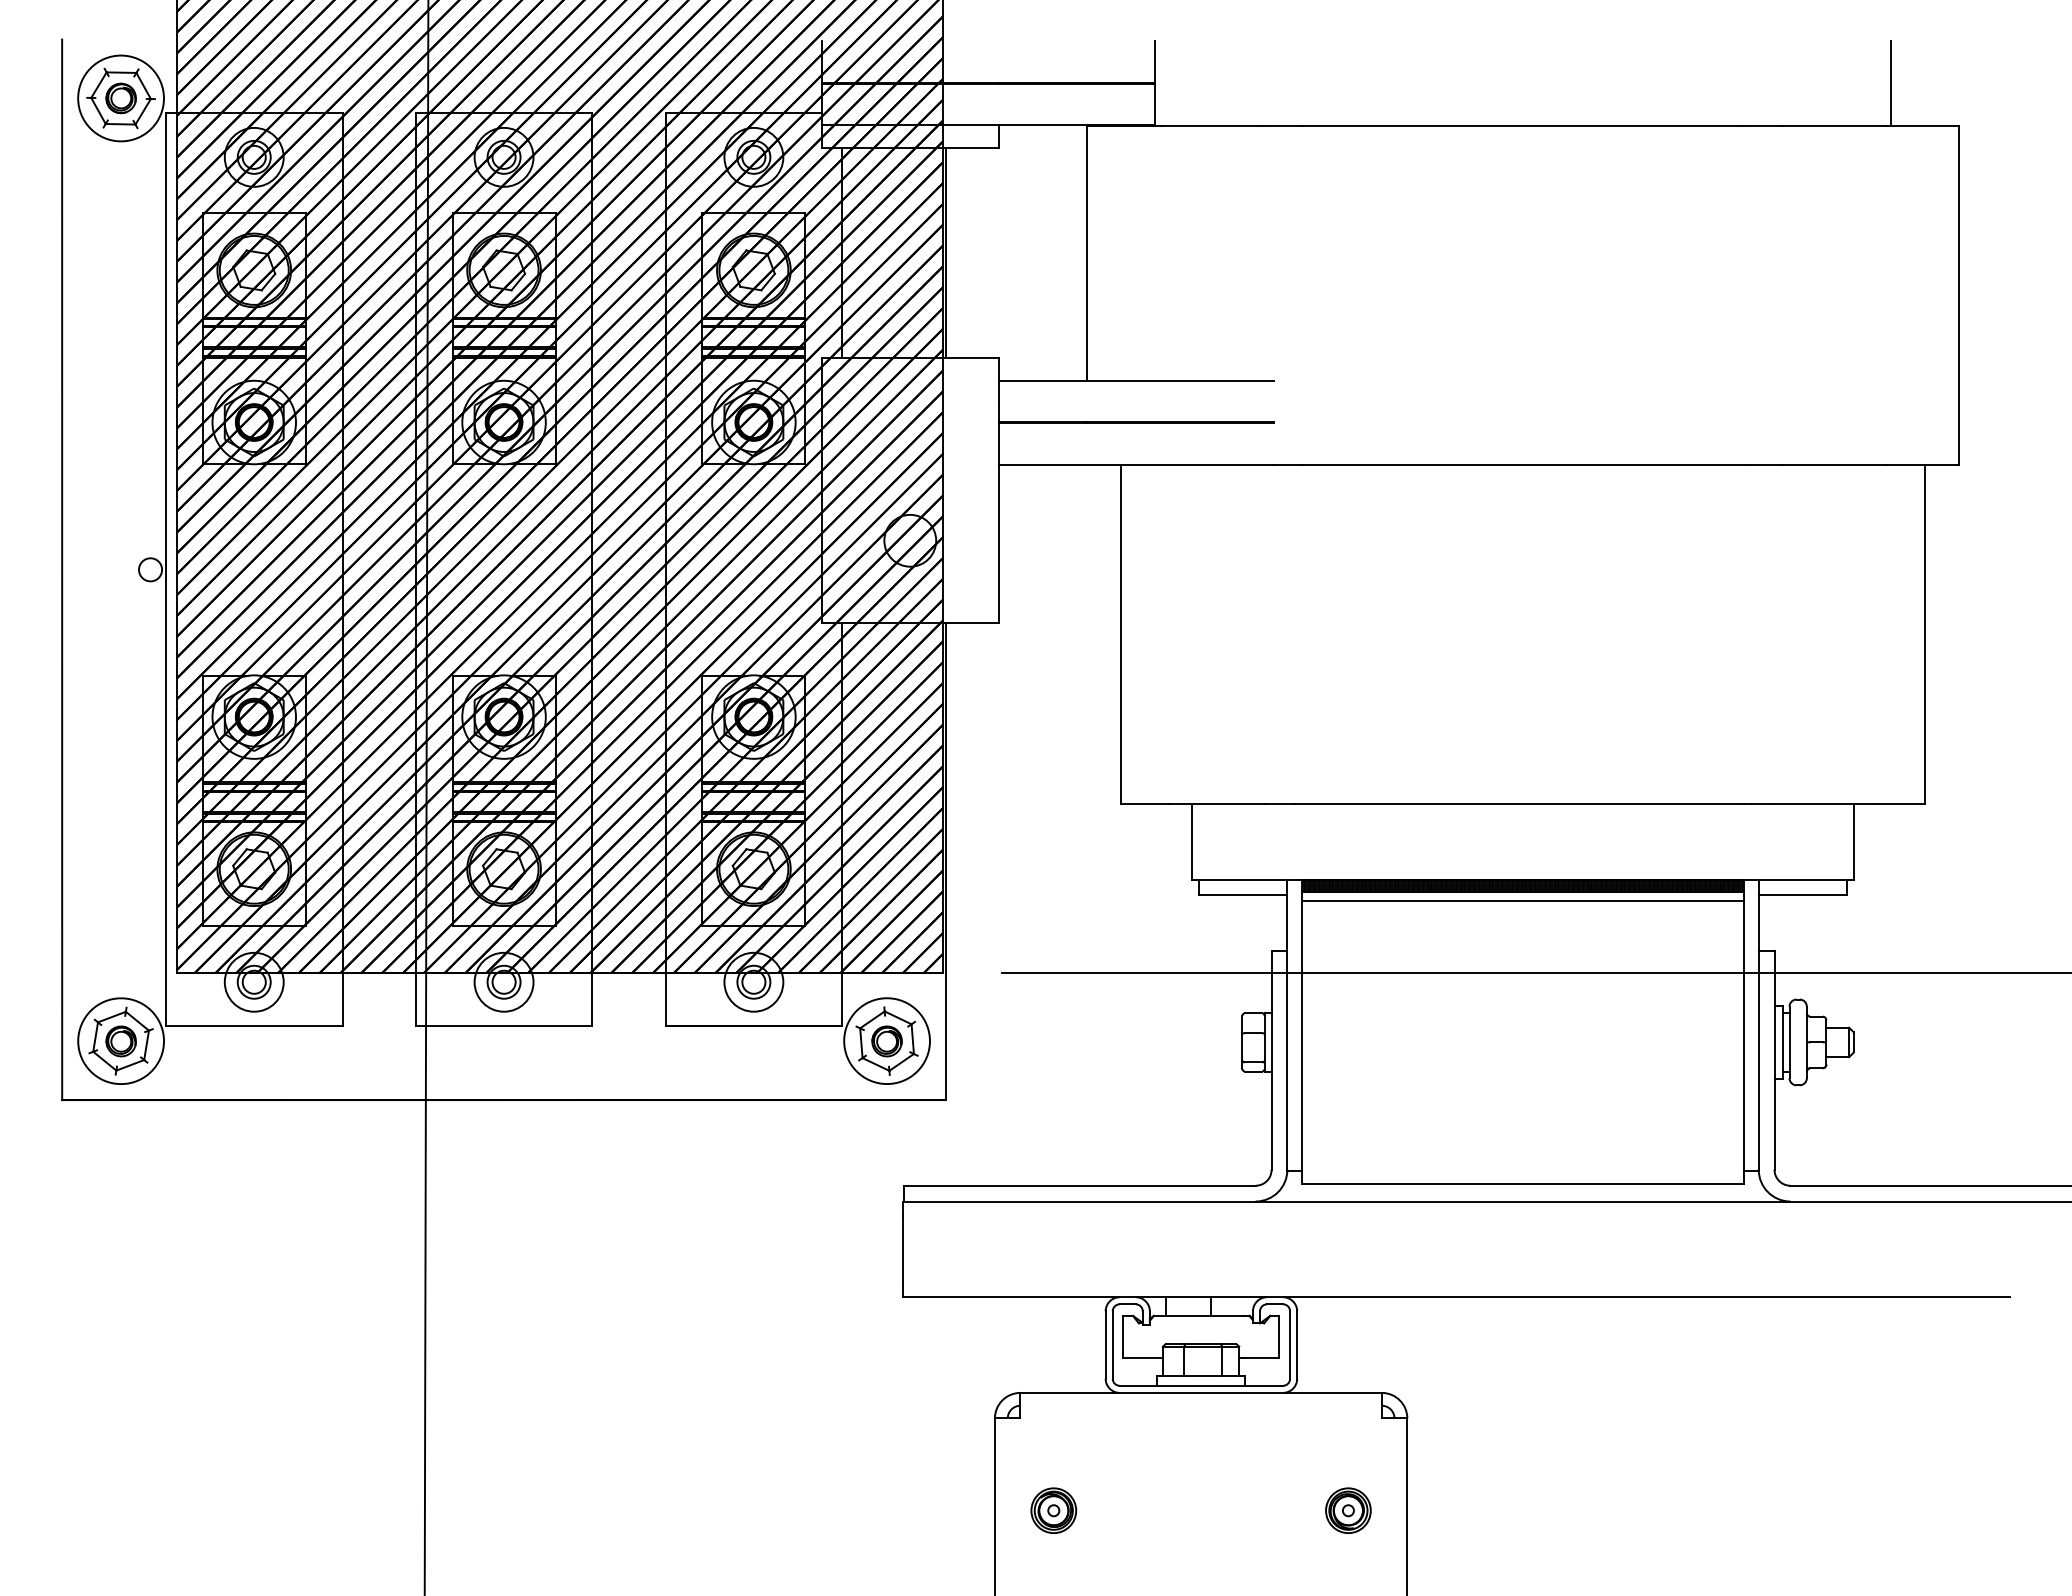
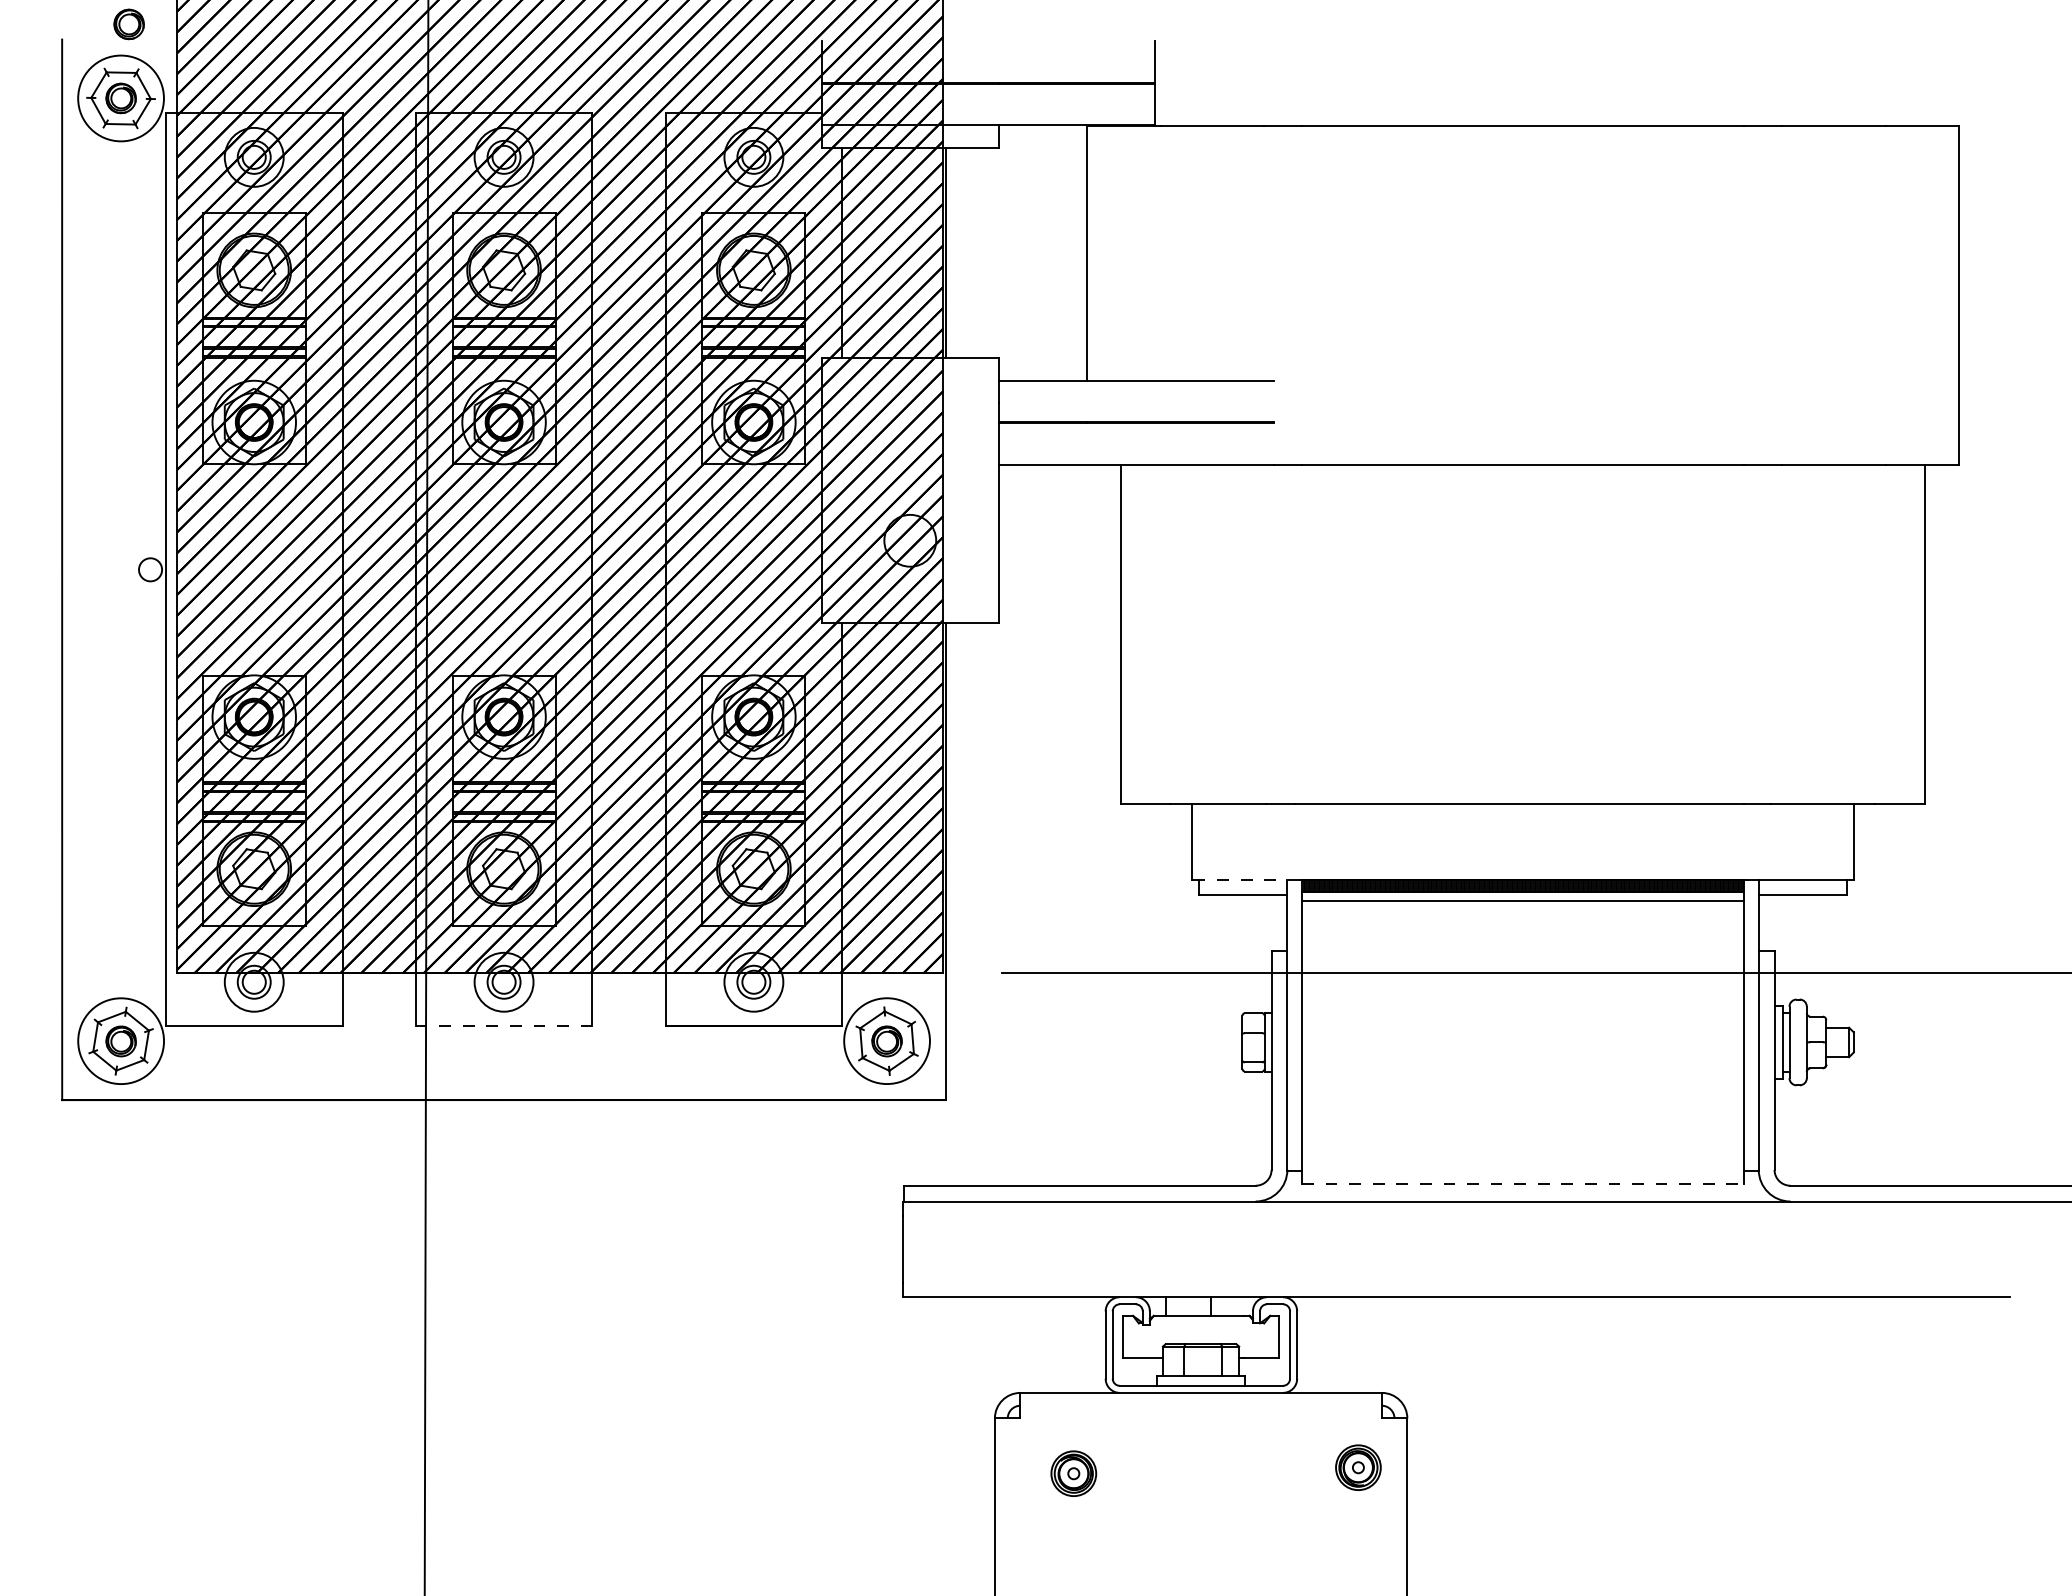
part at (128, 24): none -> present
line at (1890, 82): present -> none
line at (1248, 880): solid -> dashed
line at (503, 1026): solid -> dashed
line at (1523, 1183): solid -> dashed
part at (1053, 1510) position: (1053, 1510) -> (1073, 1473)
part at (1348, 1510) position: (1348, 1510) -> (1358, 1467)
